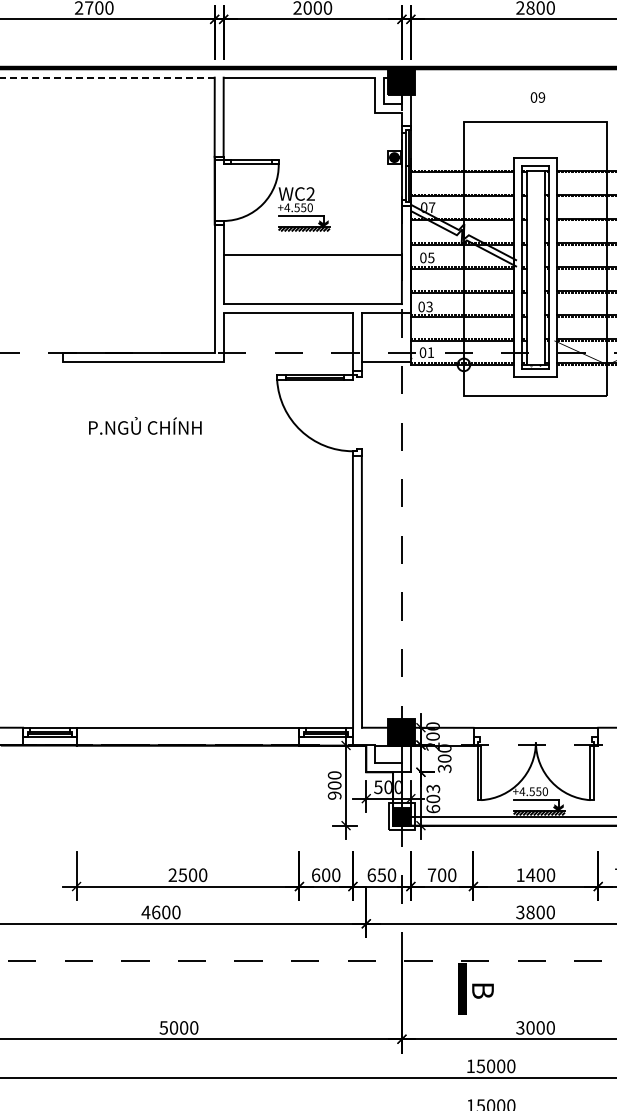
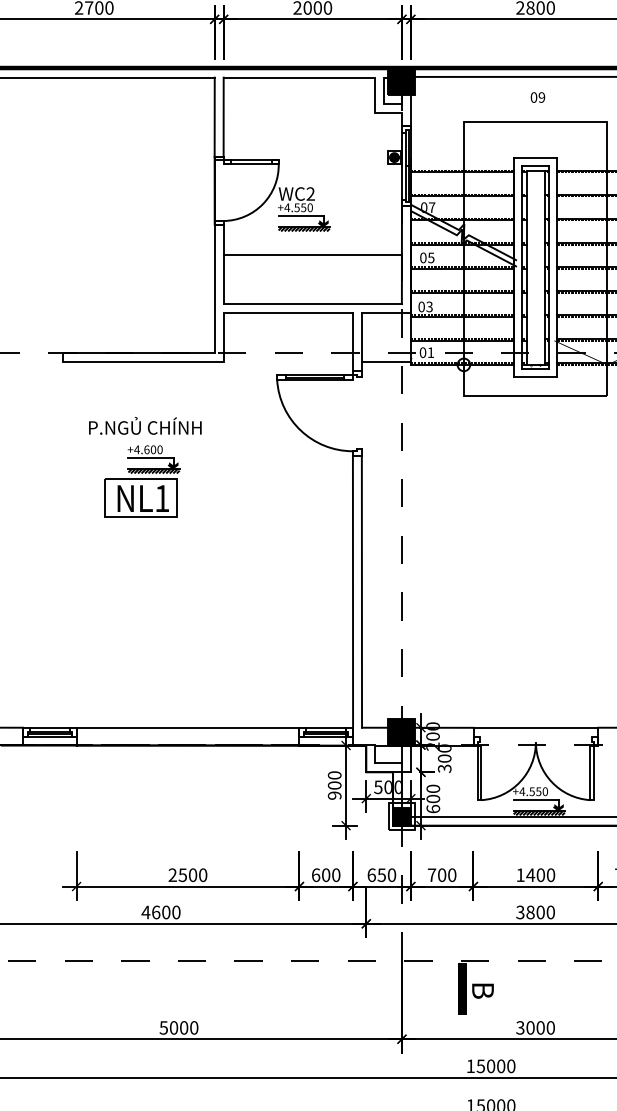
line at (511, 76): none -> present
line at (106, 77): dashed -> solid
part at (142, 481): none -> present
text at (433, 788): 603 -> 600
